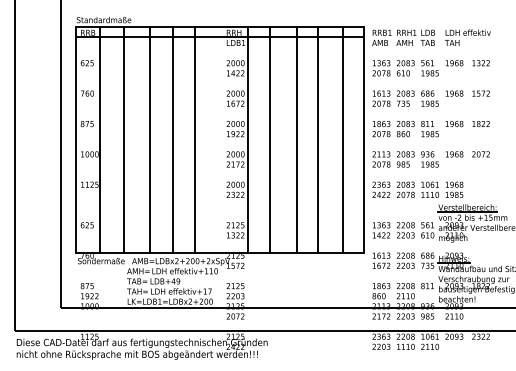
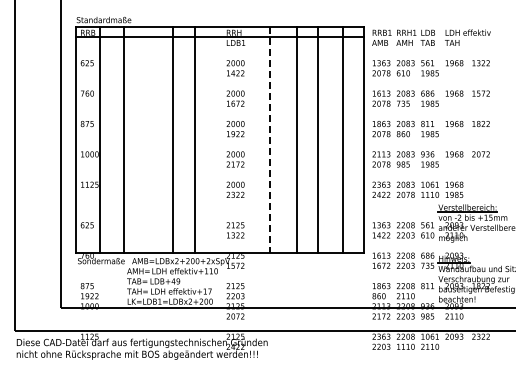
line at (150, 140): present -> none
line at (248, 140): present -> none
line at (270, 140): solid -> dashed
